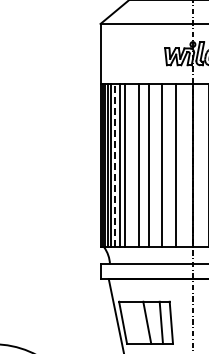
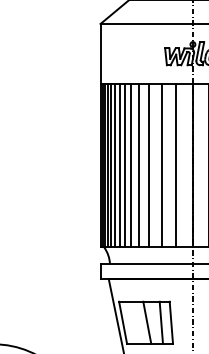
line at (115, 165): dashed -> solid
line at (131, 165): none -> present
